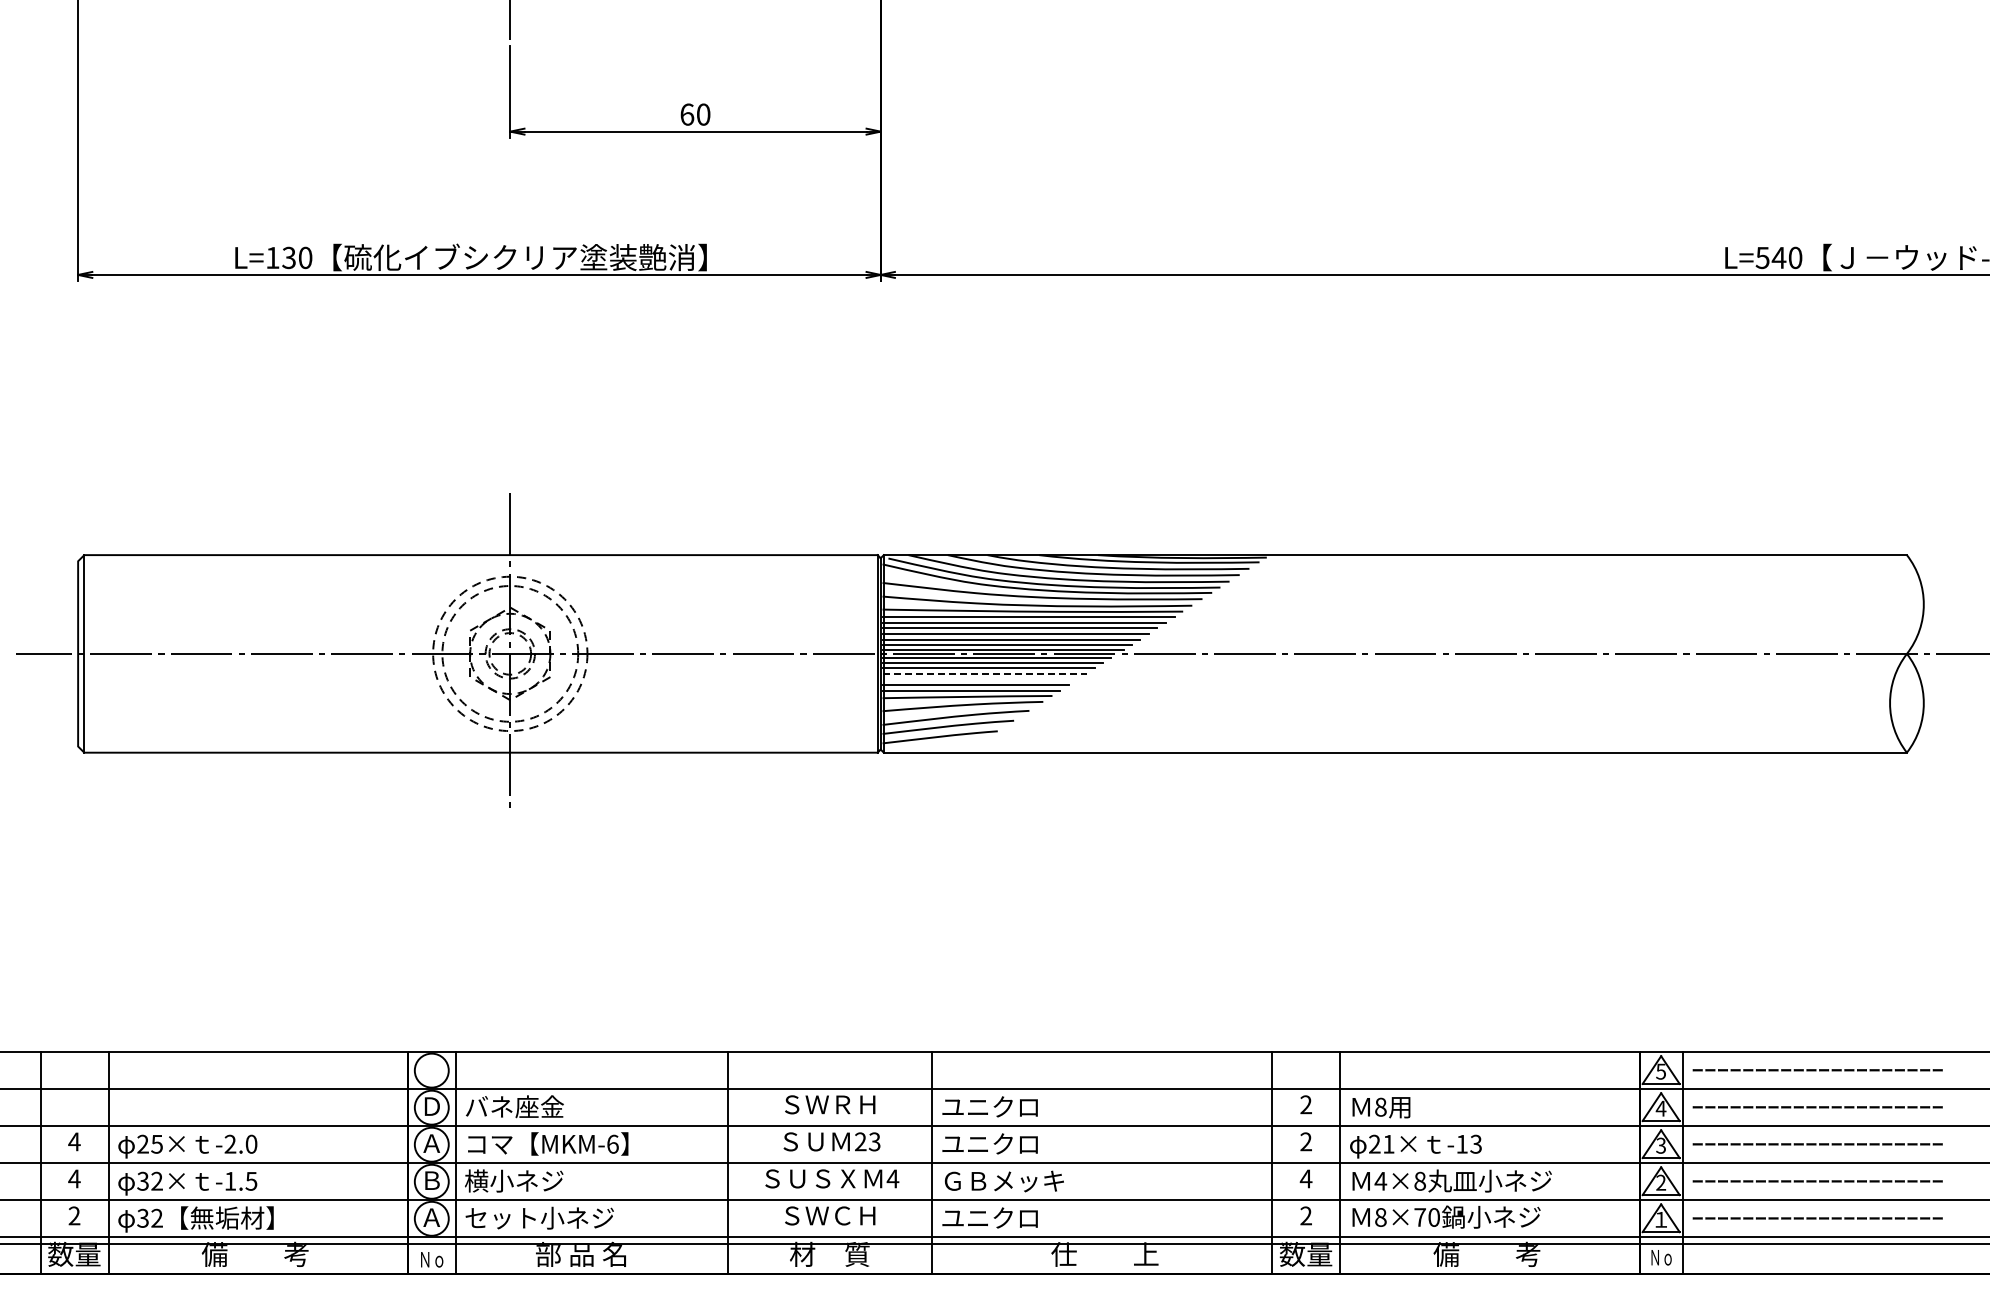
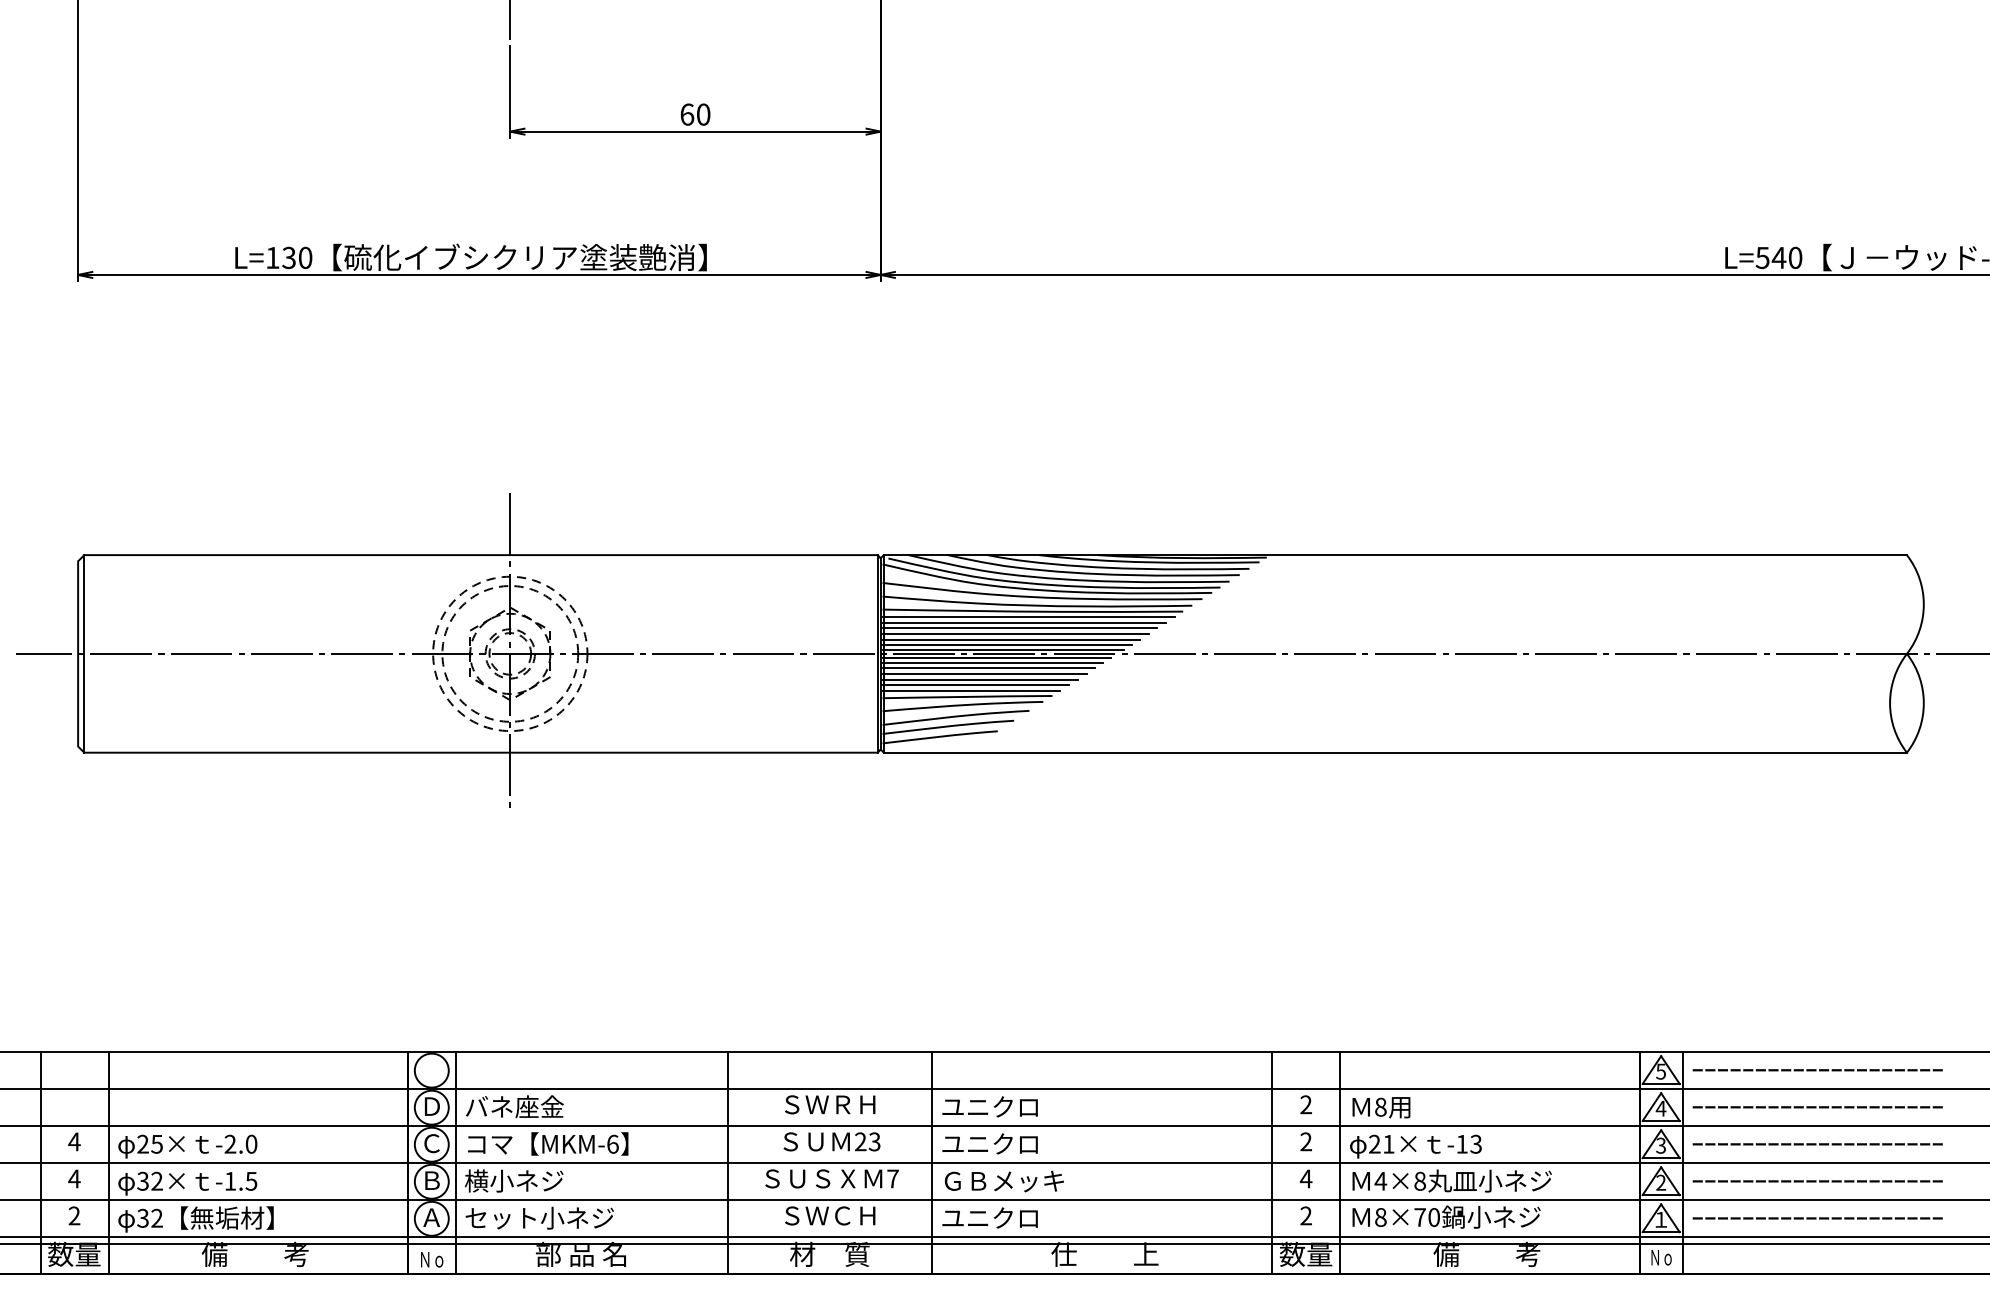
line at (985, 673): dashed -> solid
line at (979, 679): none -> present
text at (431, 1143): Ａ -> Ｃ
text at (892, 1178): 4 -> 7
